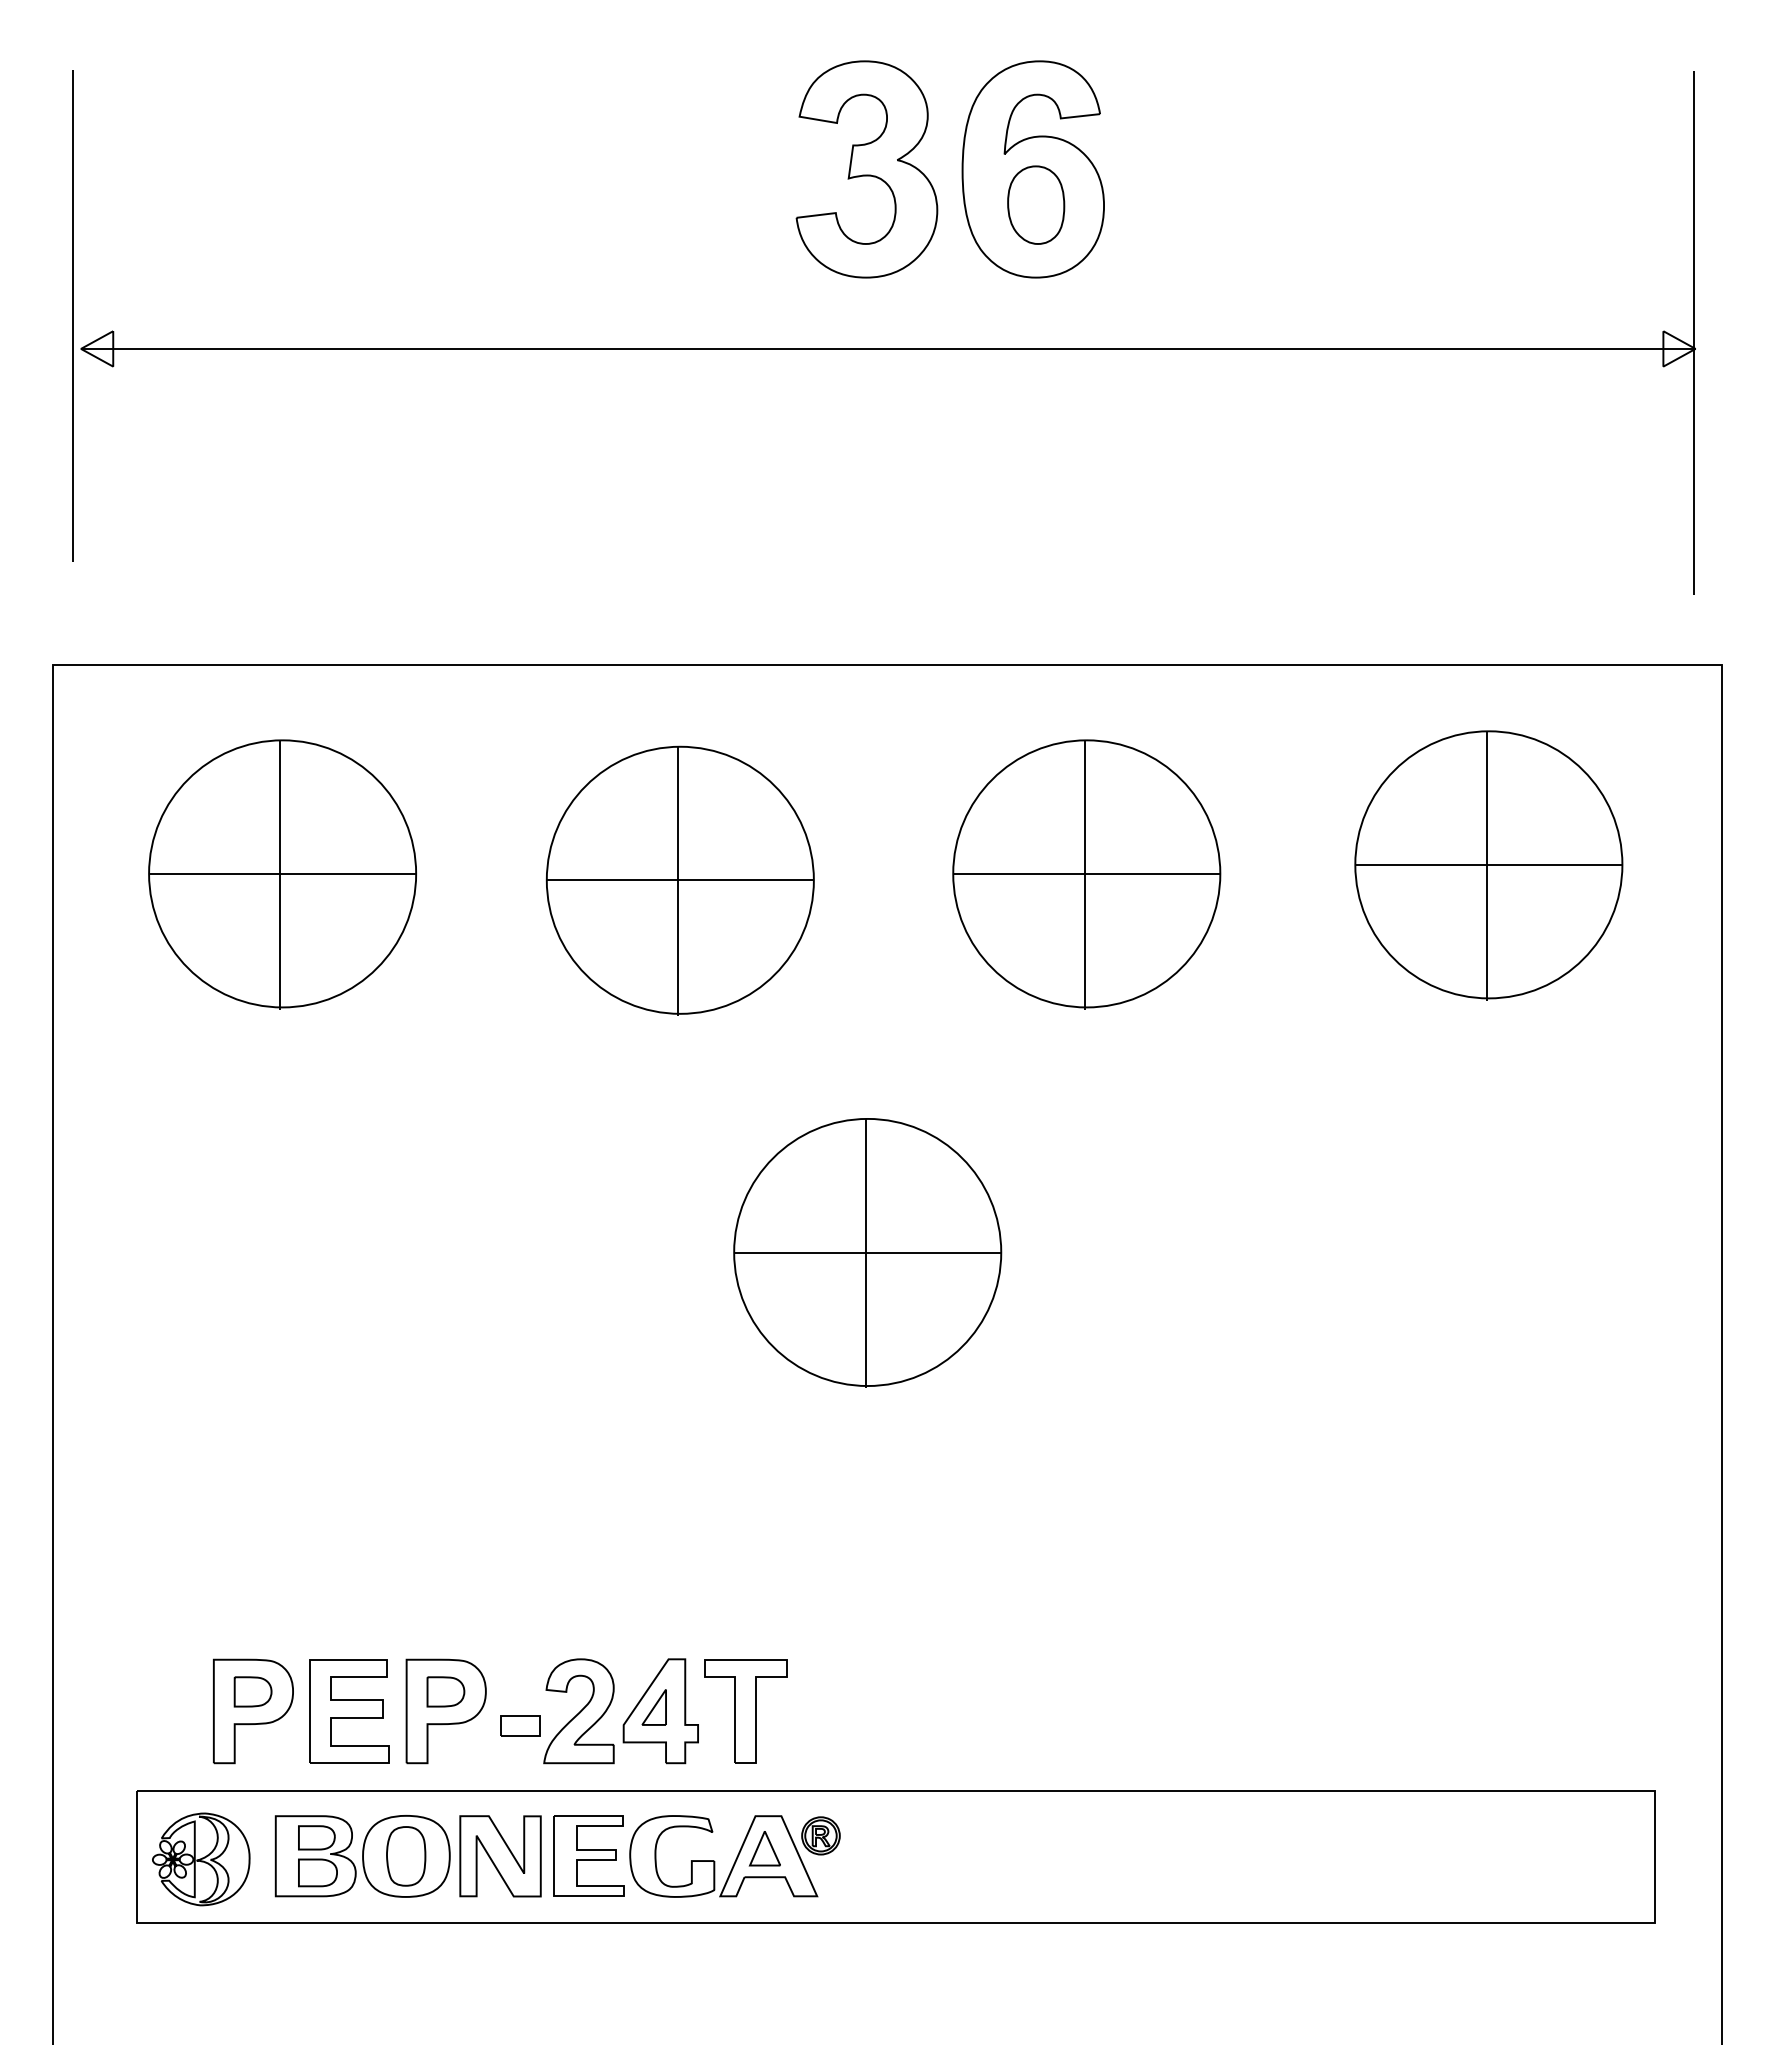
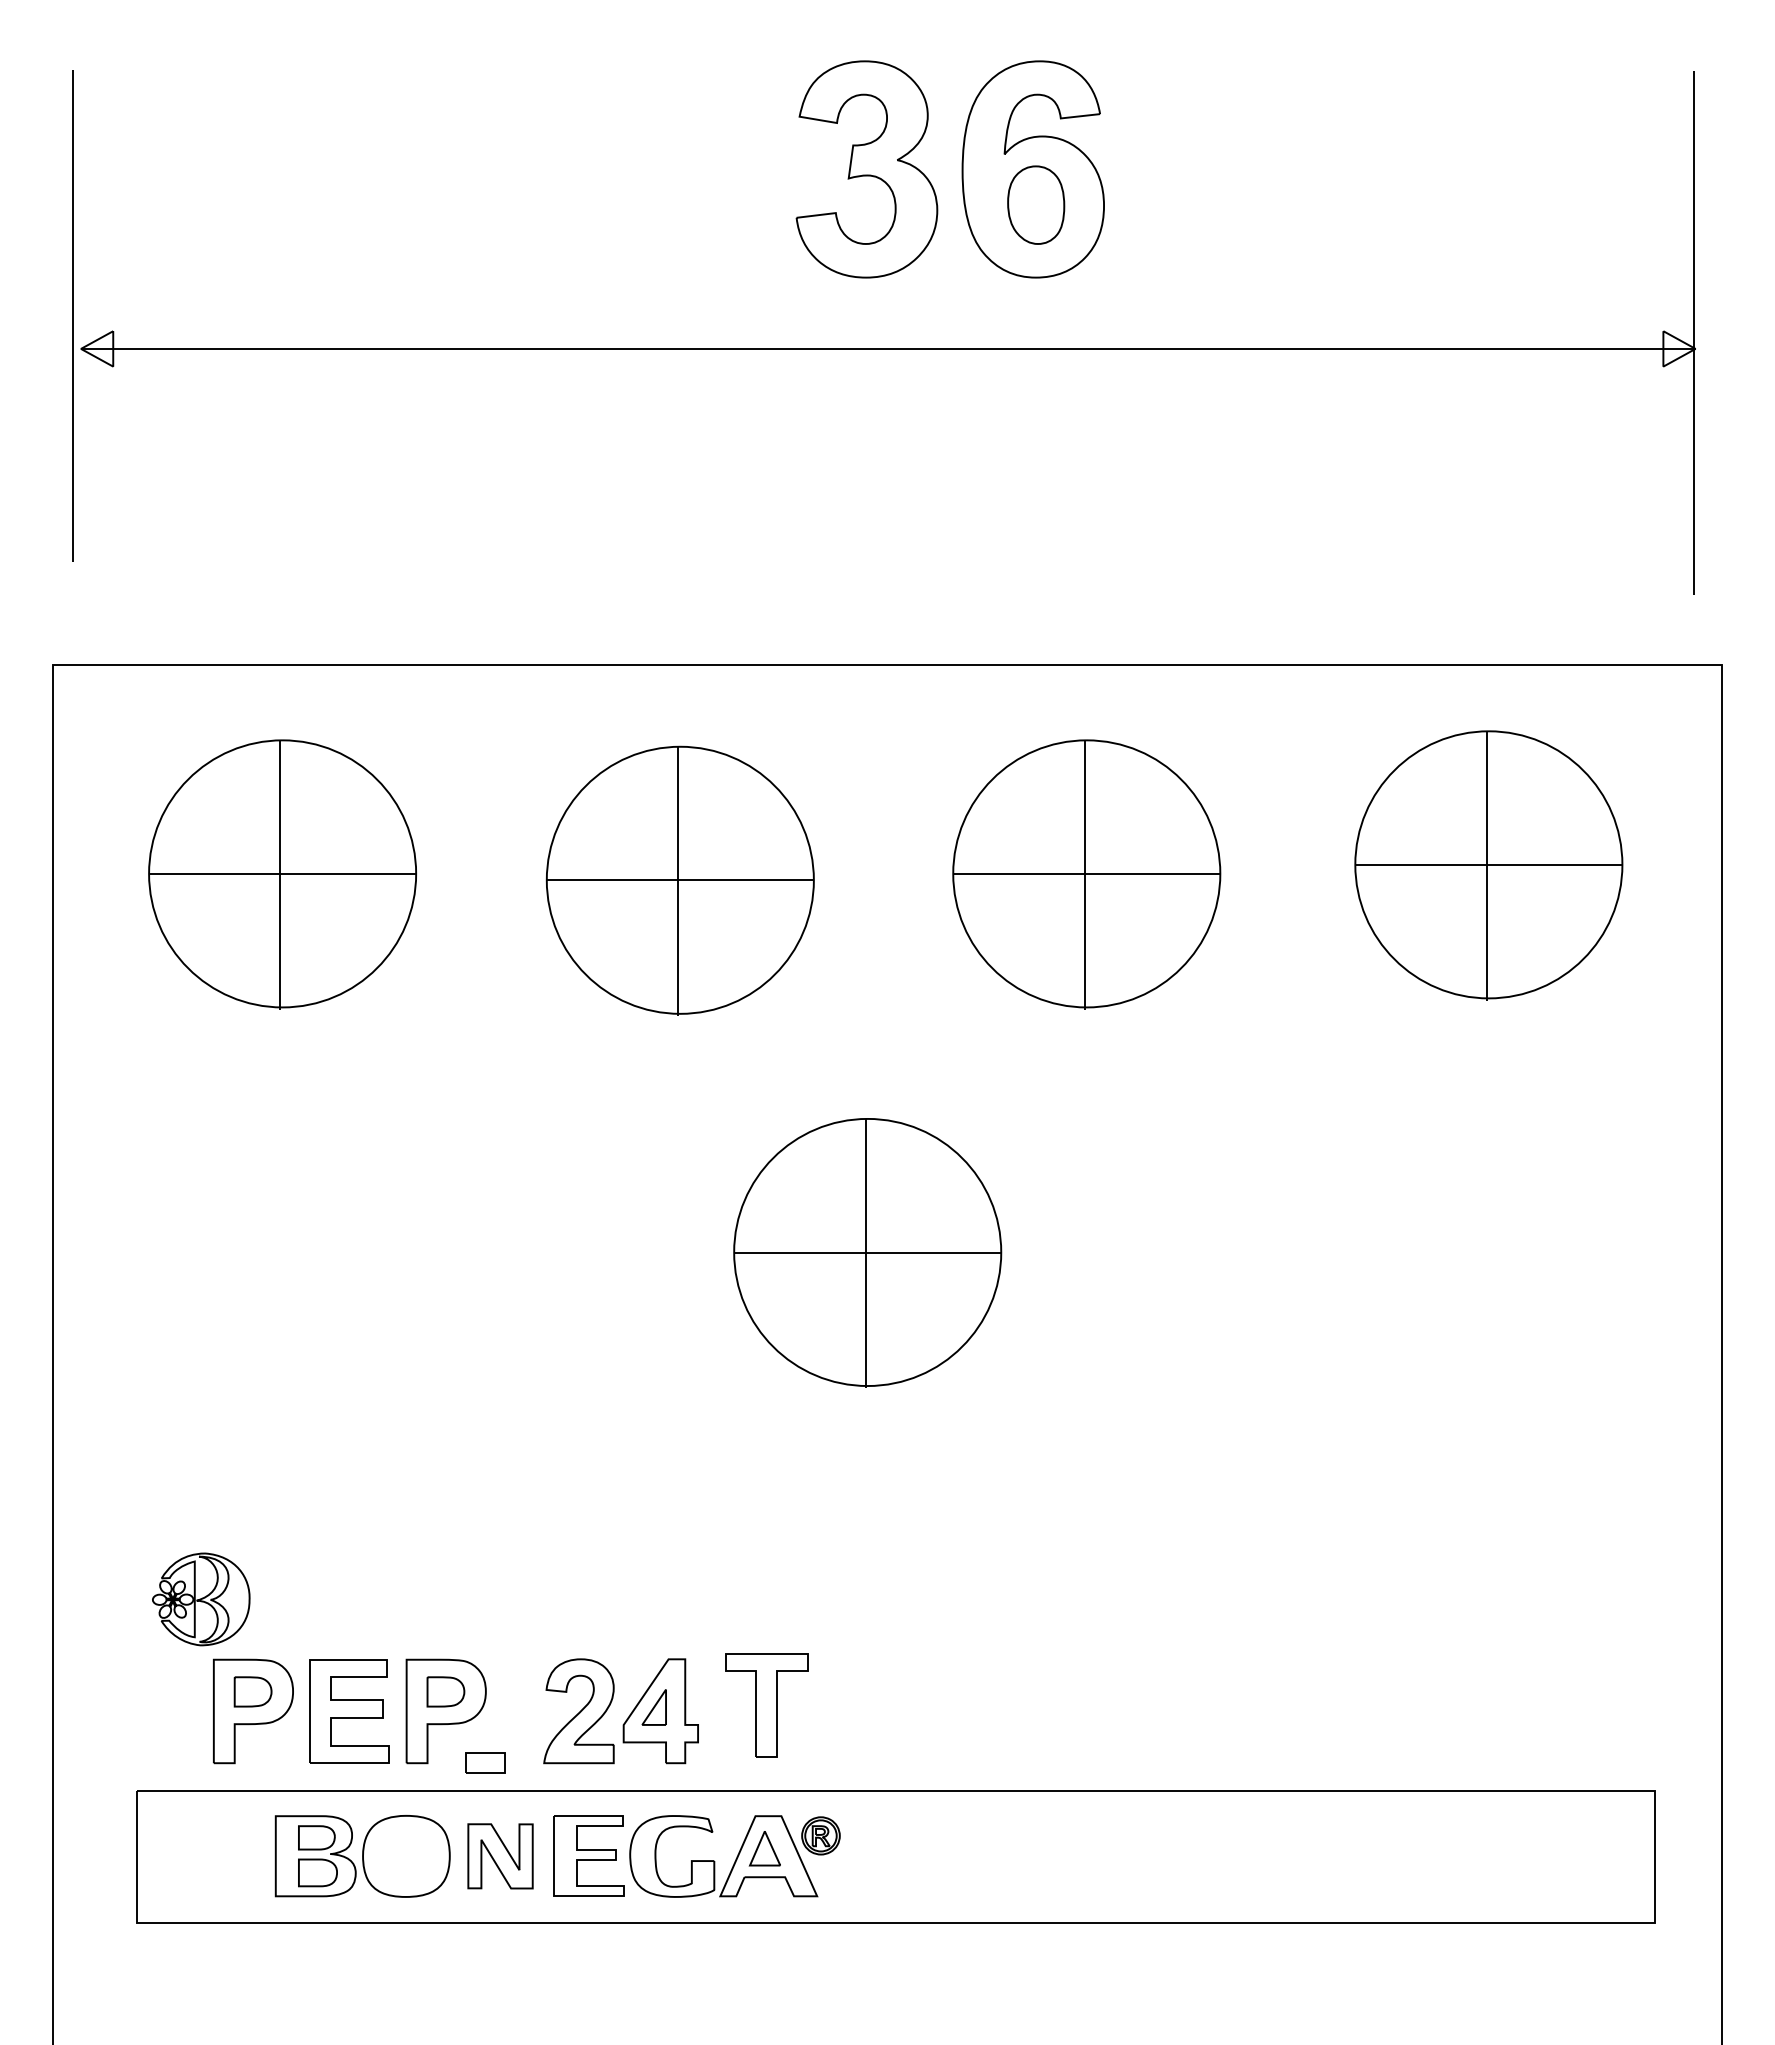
part at (745, 1711) position: (745, 1711) -> (766, 1705)
part at (520, 1725) position: (520, 1725) -> (485, 1762)
part at (406, 1856): present -> none
part at (500, 1856) size: 83x83 px -> 67x67 px
part at (201, 1859) position: (201, 1859) -> (201, 1599)
